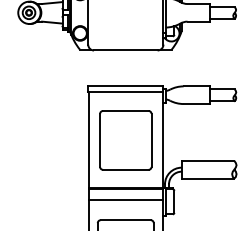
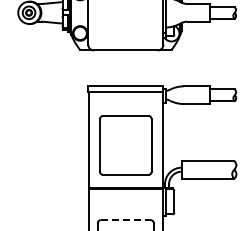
part at (125, 140) position: (125, 140) -> (125, 145)
line at (125, 199): present -> none
line at (126, 220): solid -> dashed
